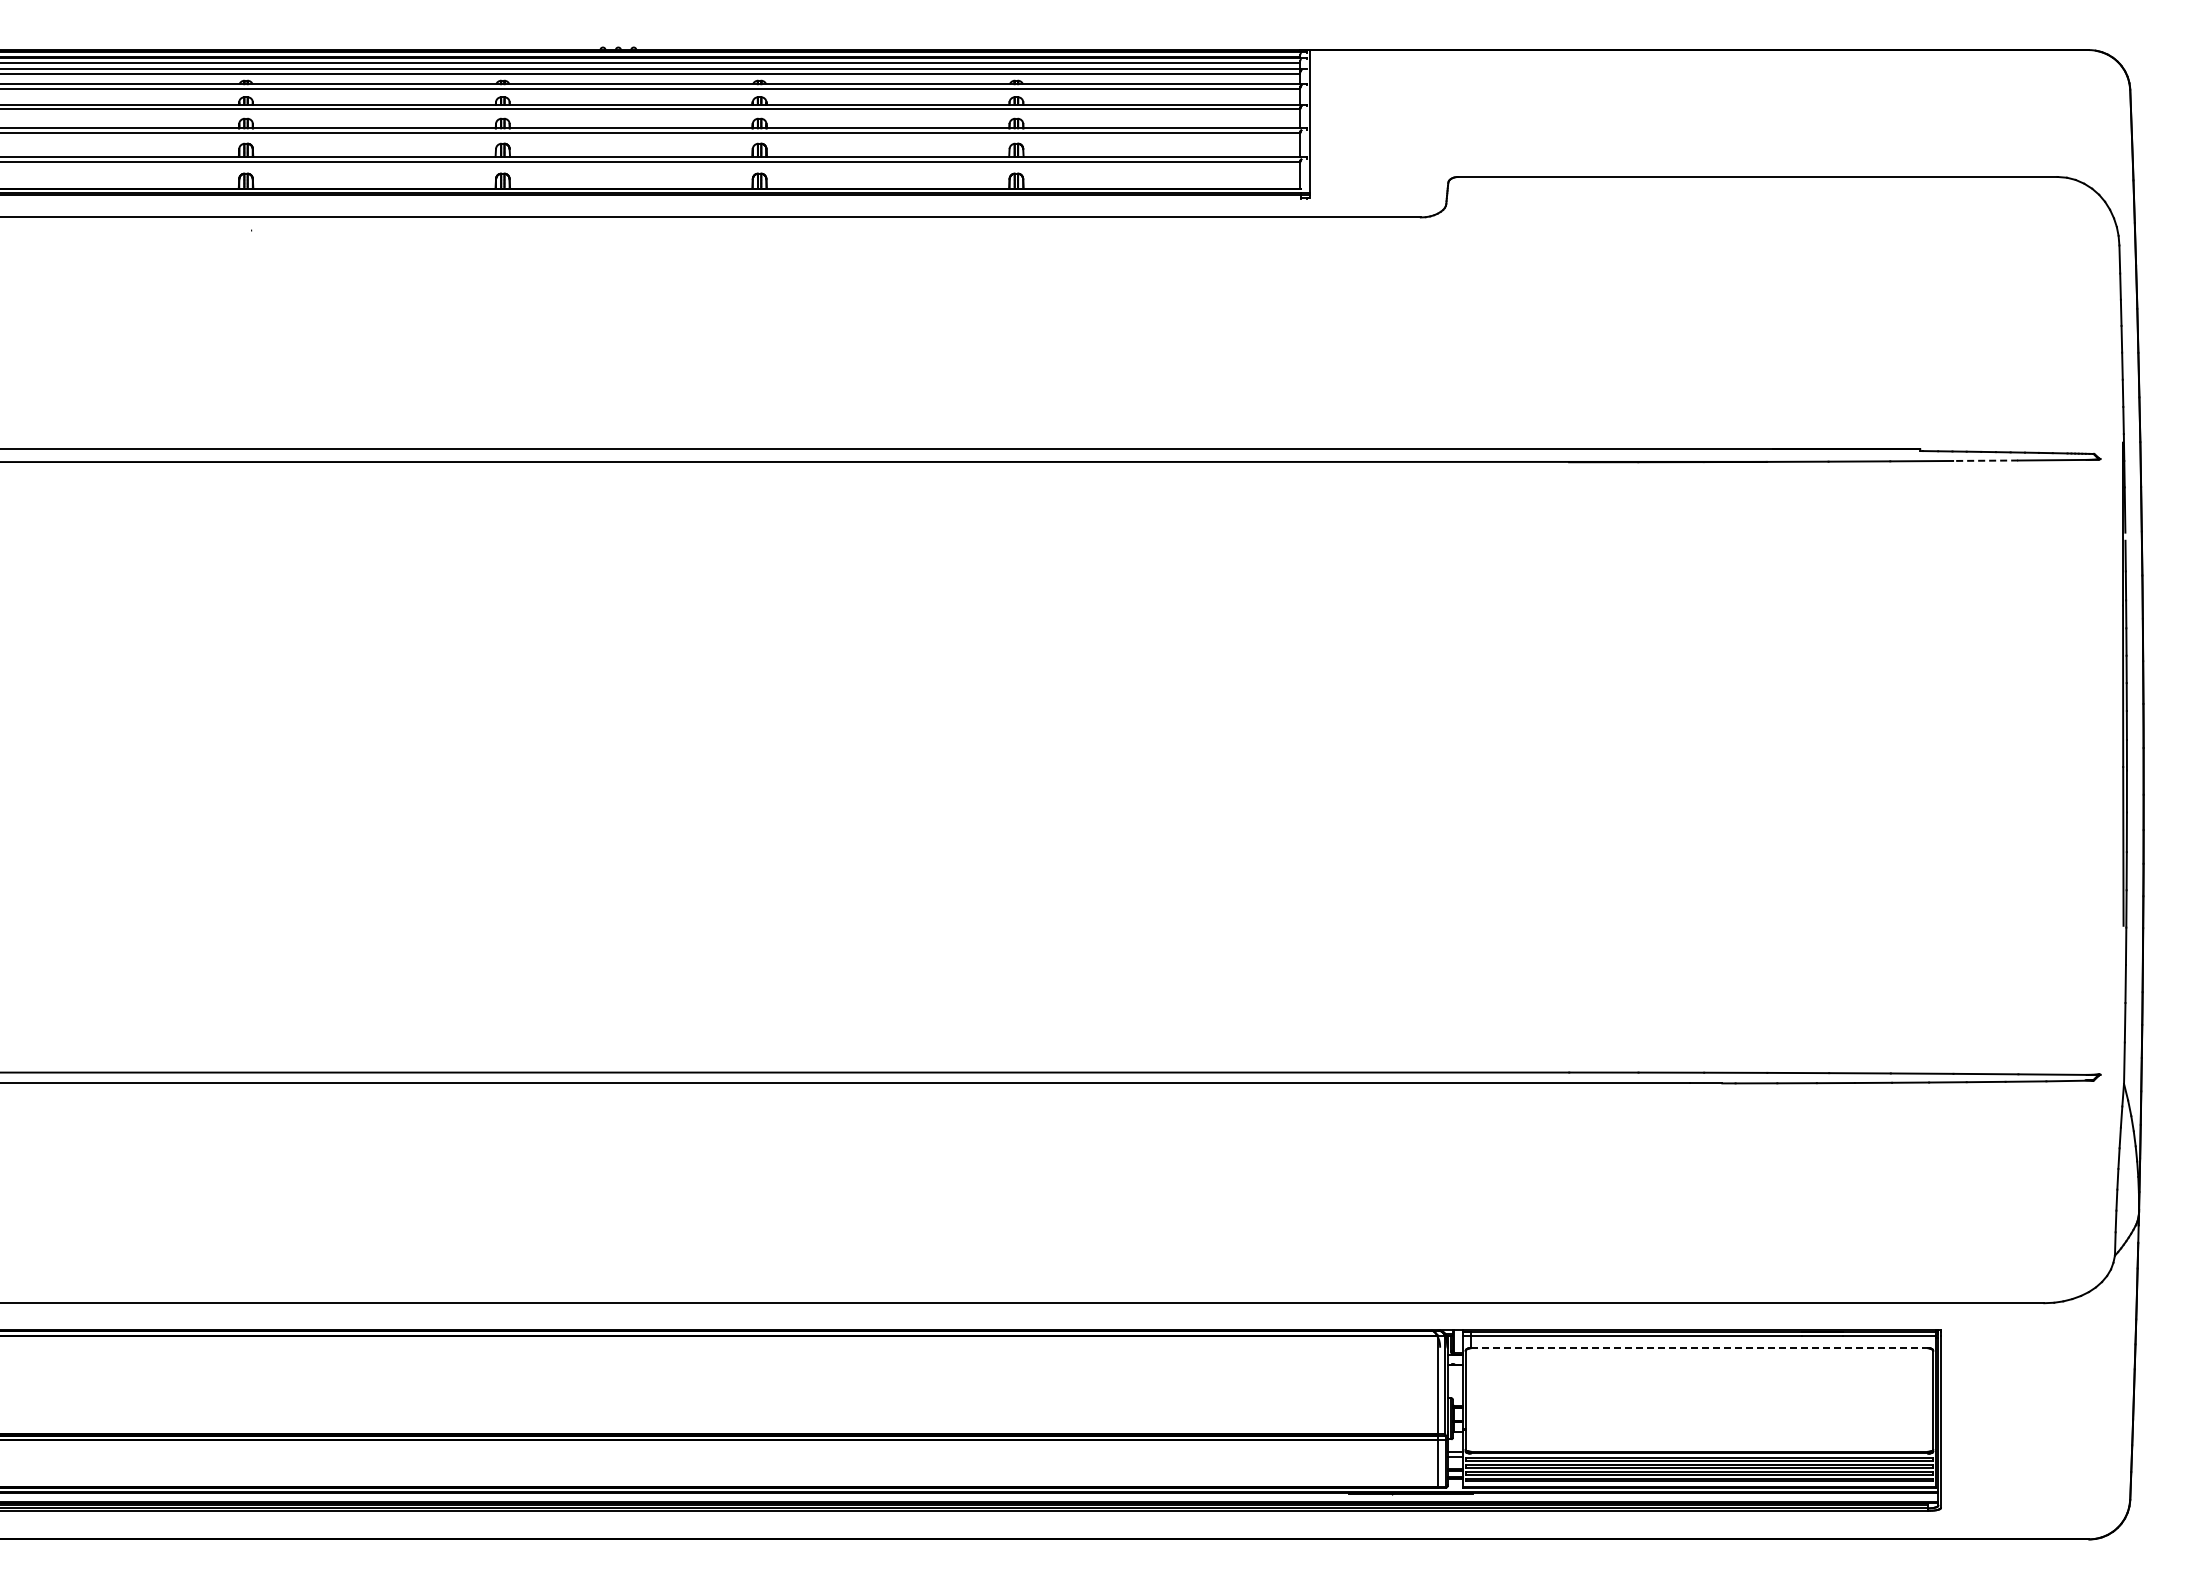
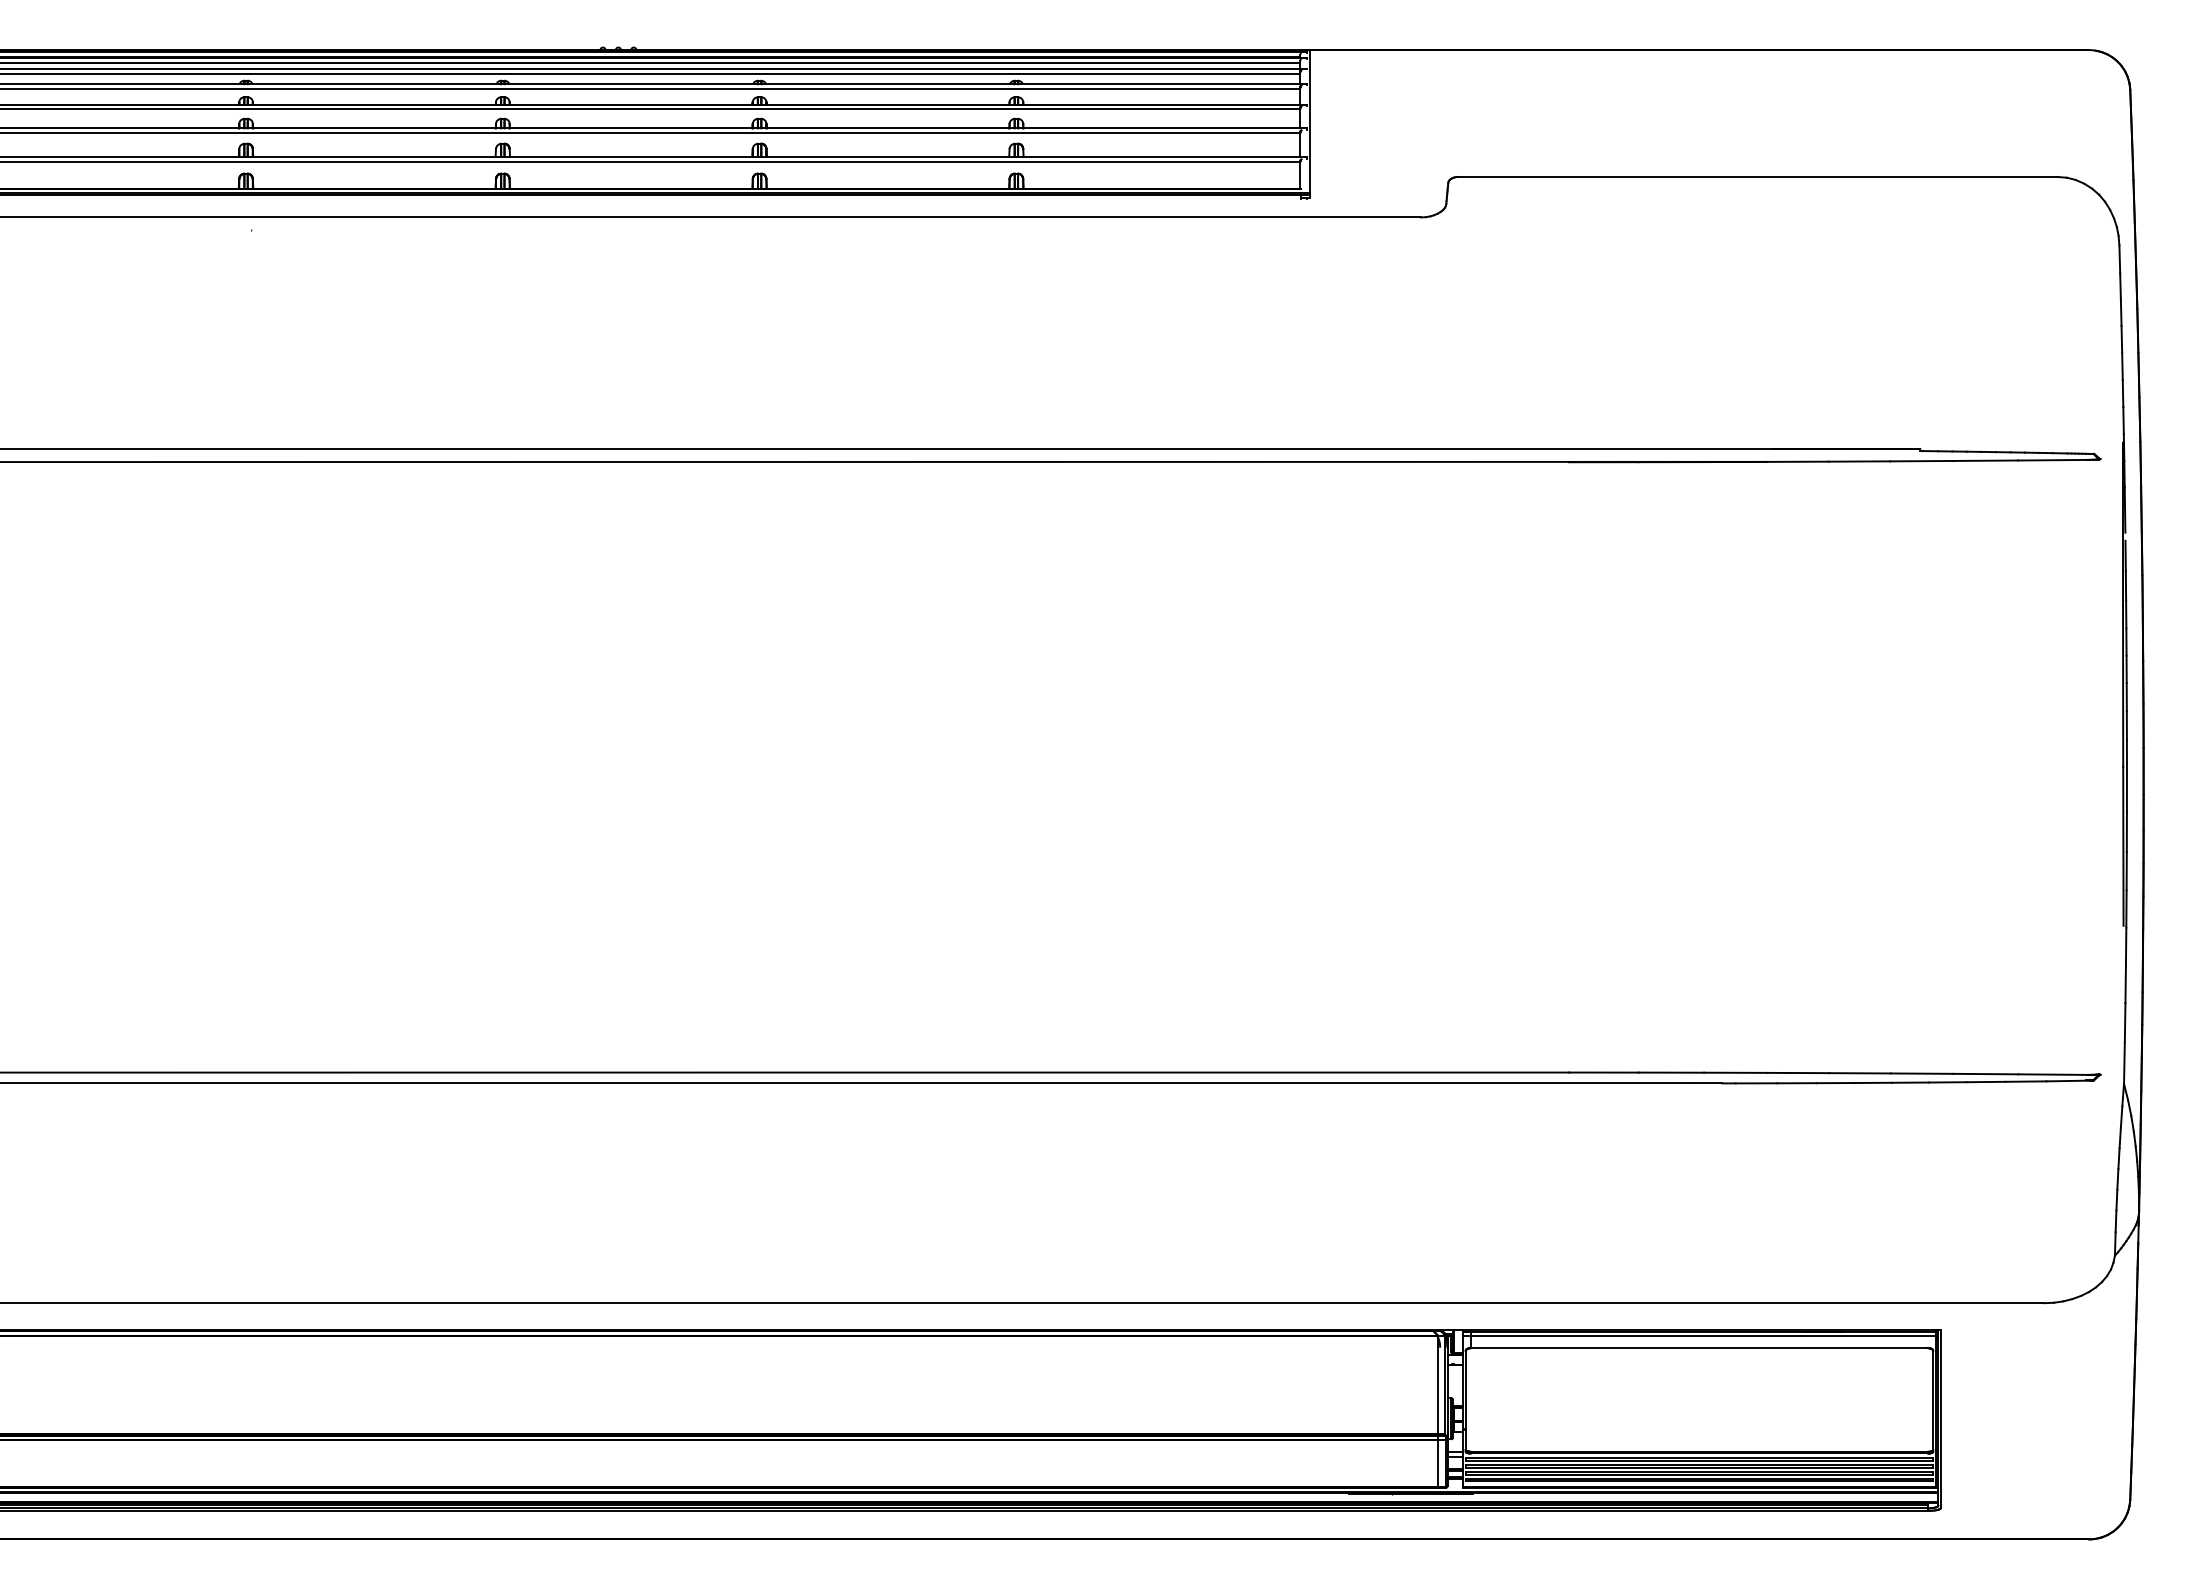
line at (1985, 460): dashed -> solid
line at (1699, 1348): dashed -> solid
